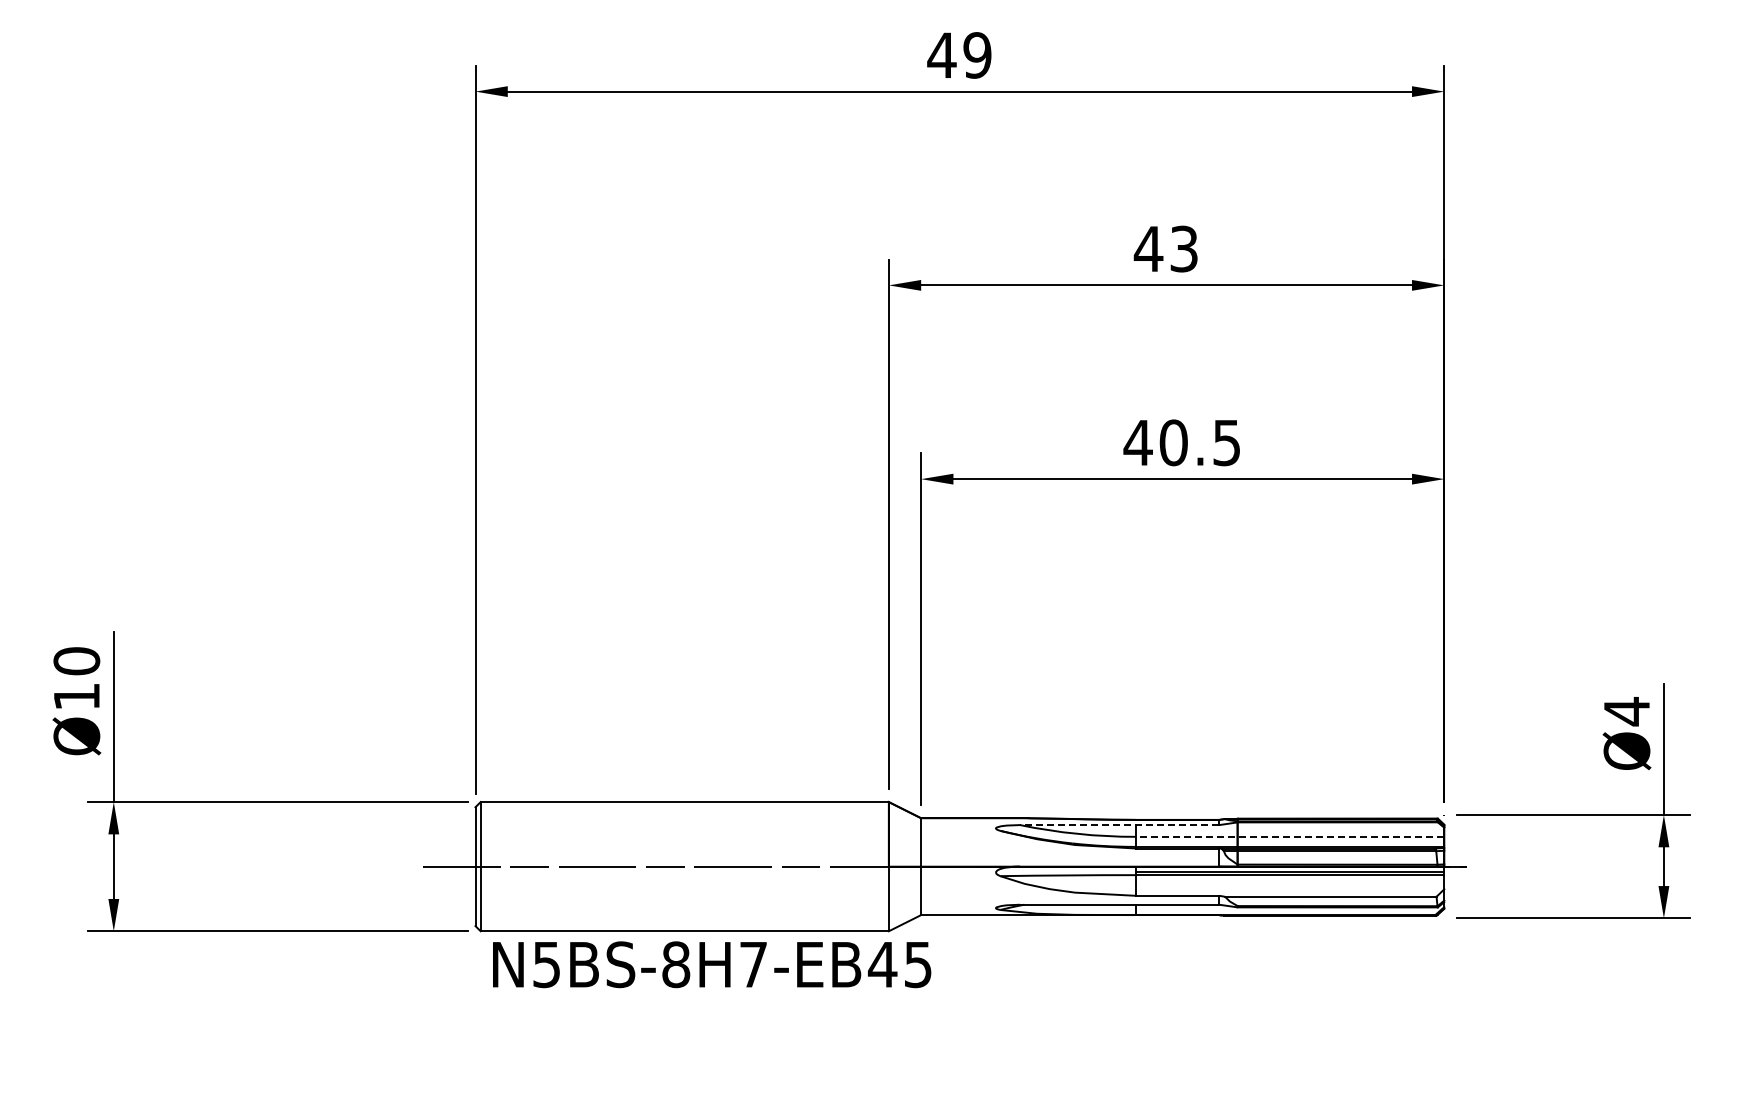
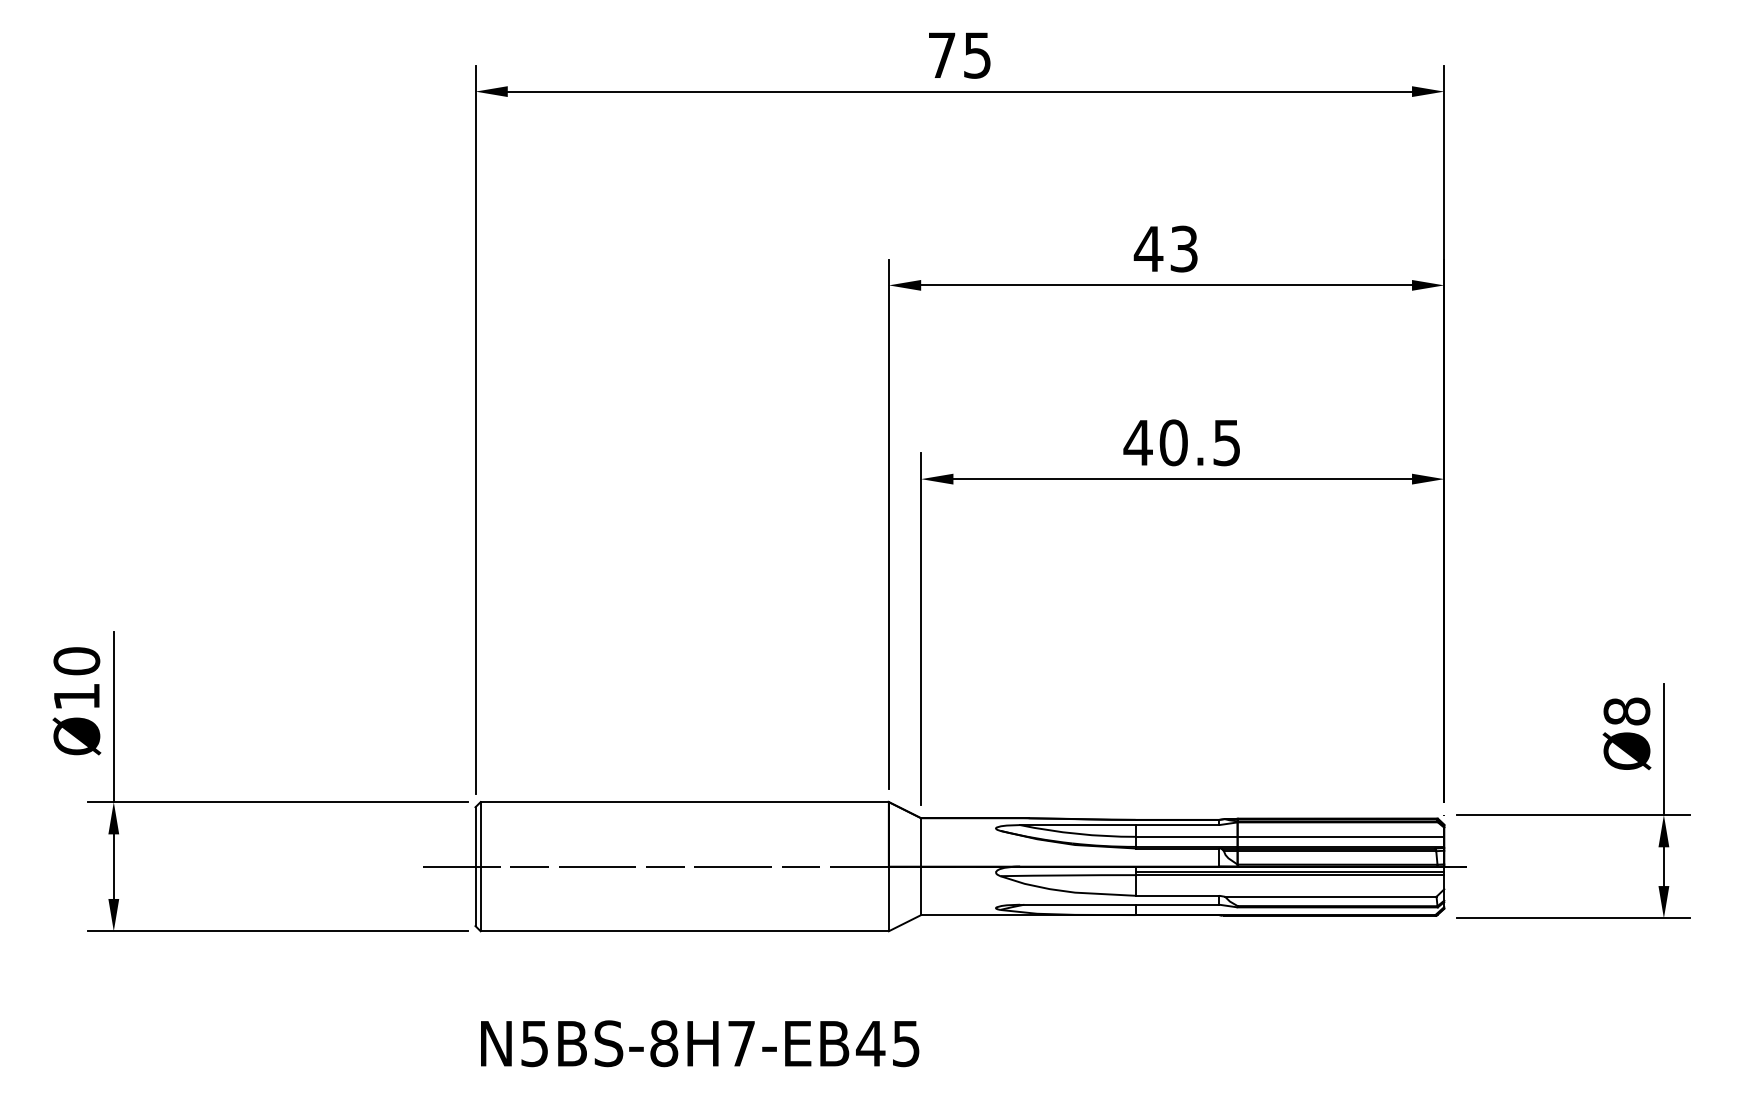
text at (959, 55): 49 -> 75
text at (1626, 711): Ø4 -> Ø8
line at (1119, 825): dashed -> solid
line at (1289, 836): dashed -> solid
text at (712, 964) position: (712, 964) -> (700, 1043)
